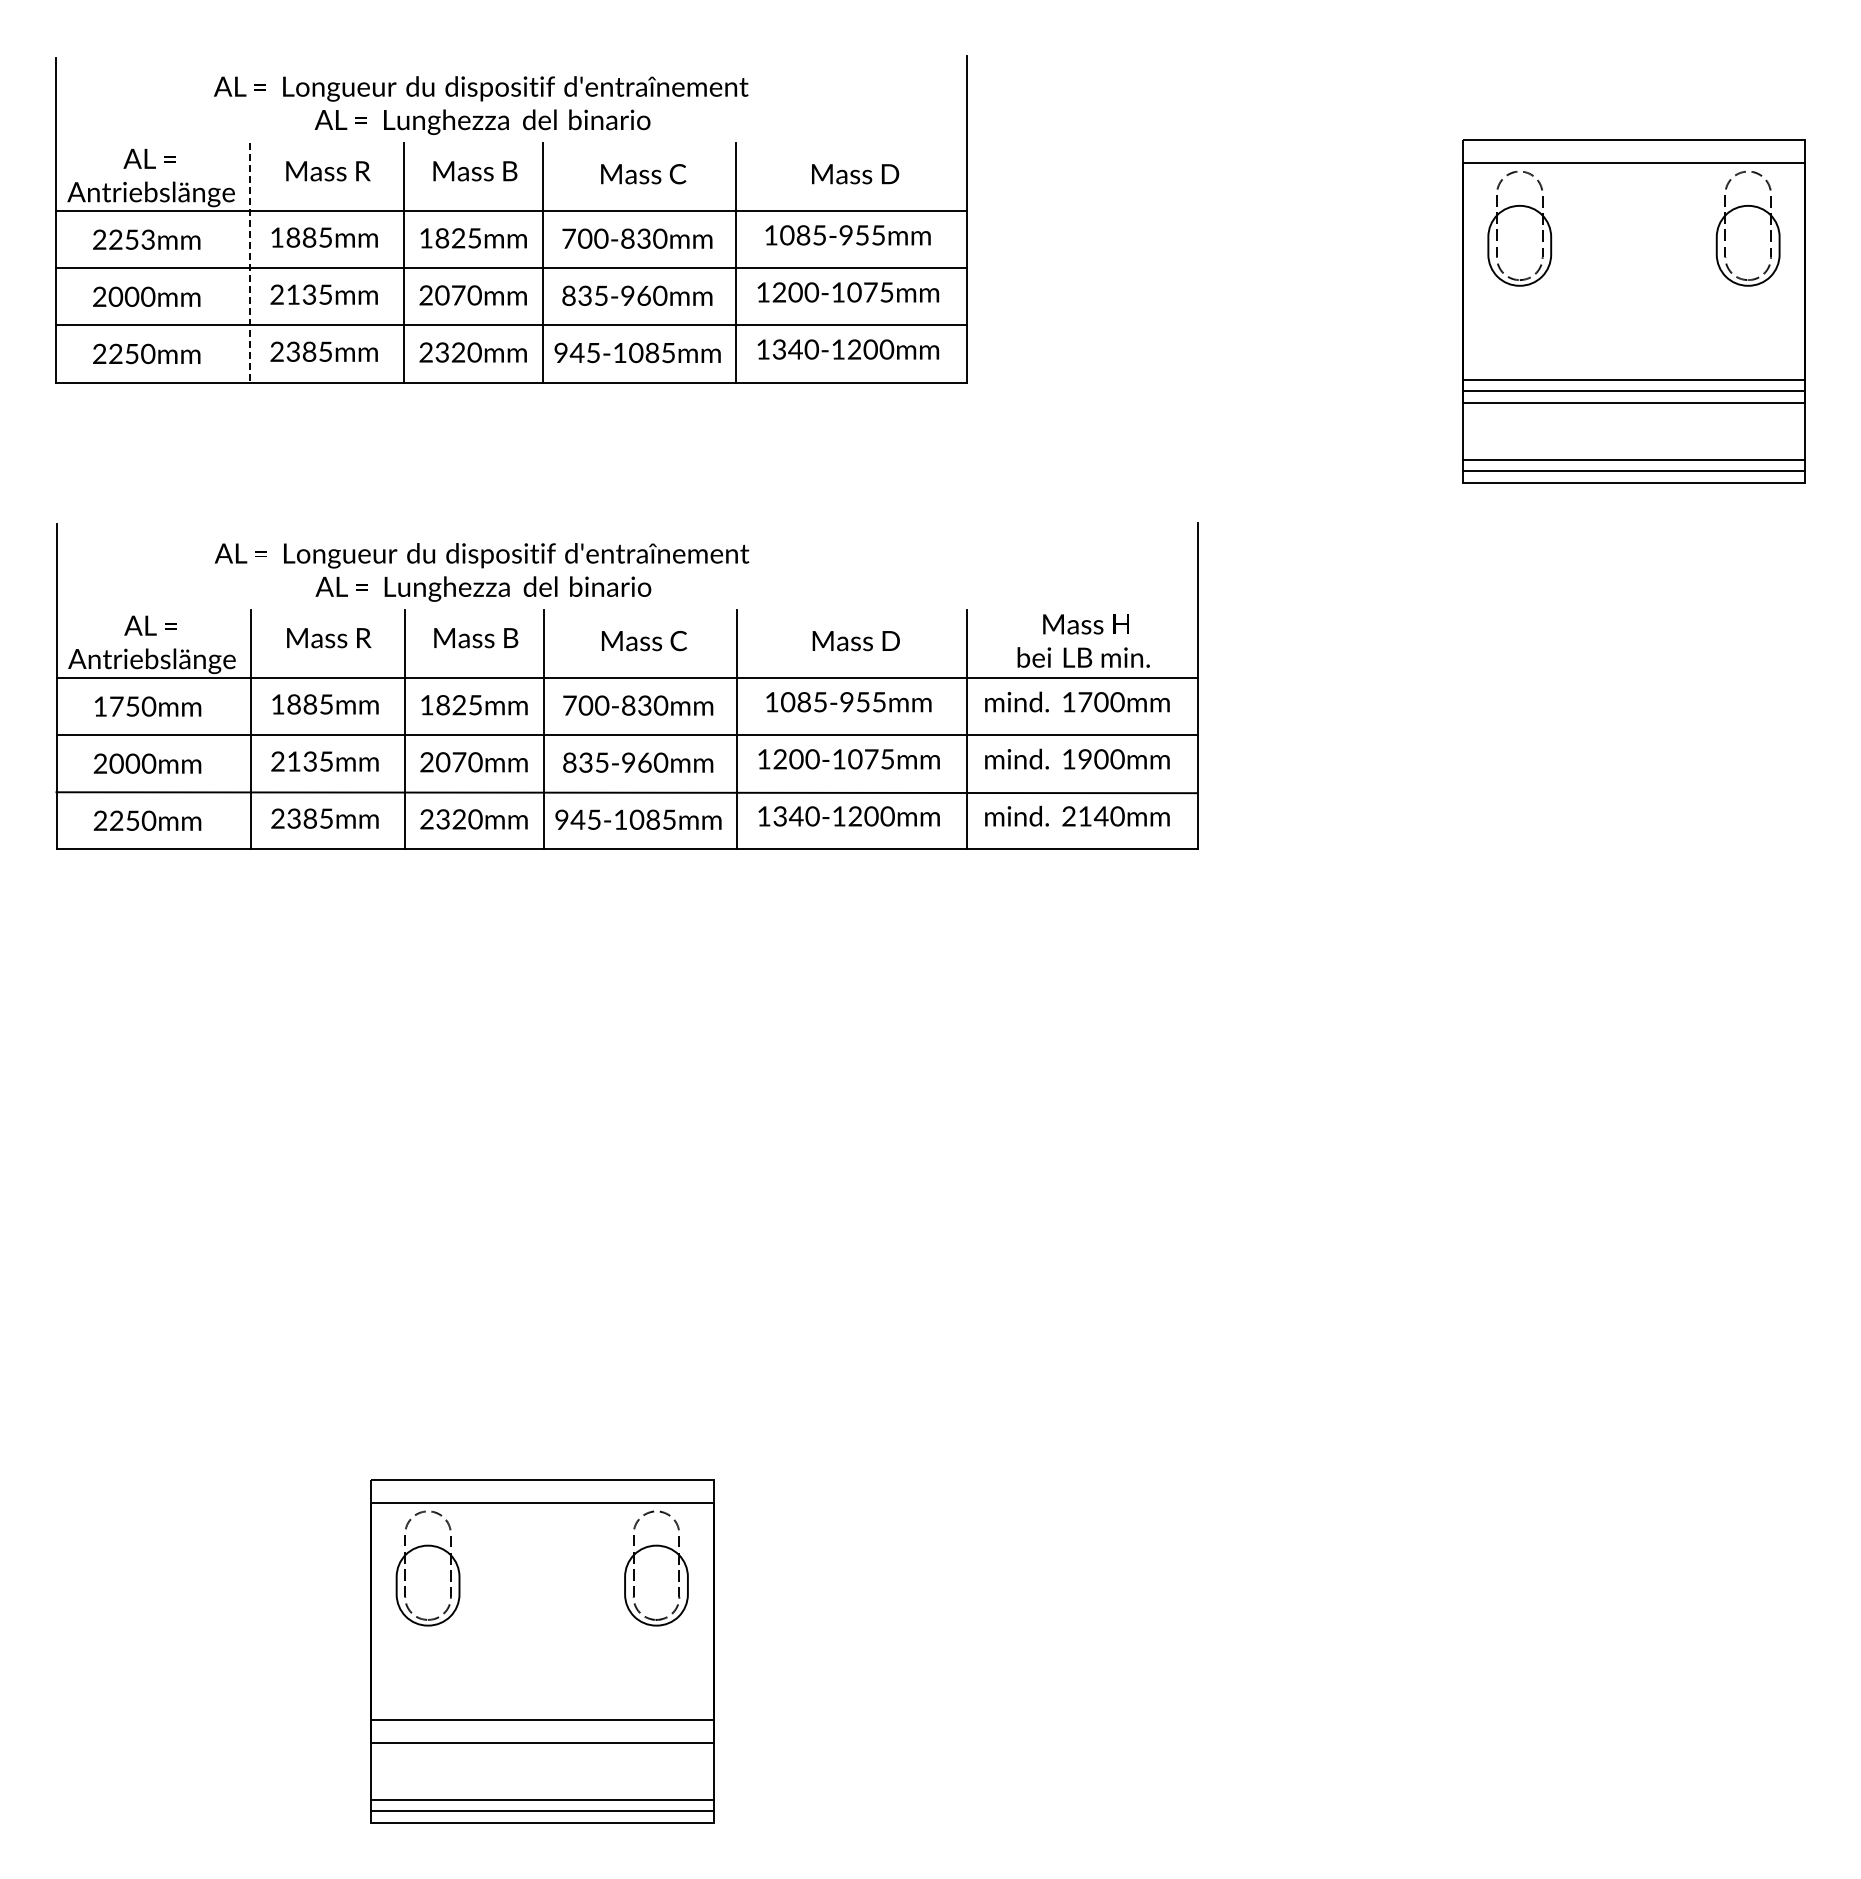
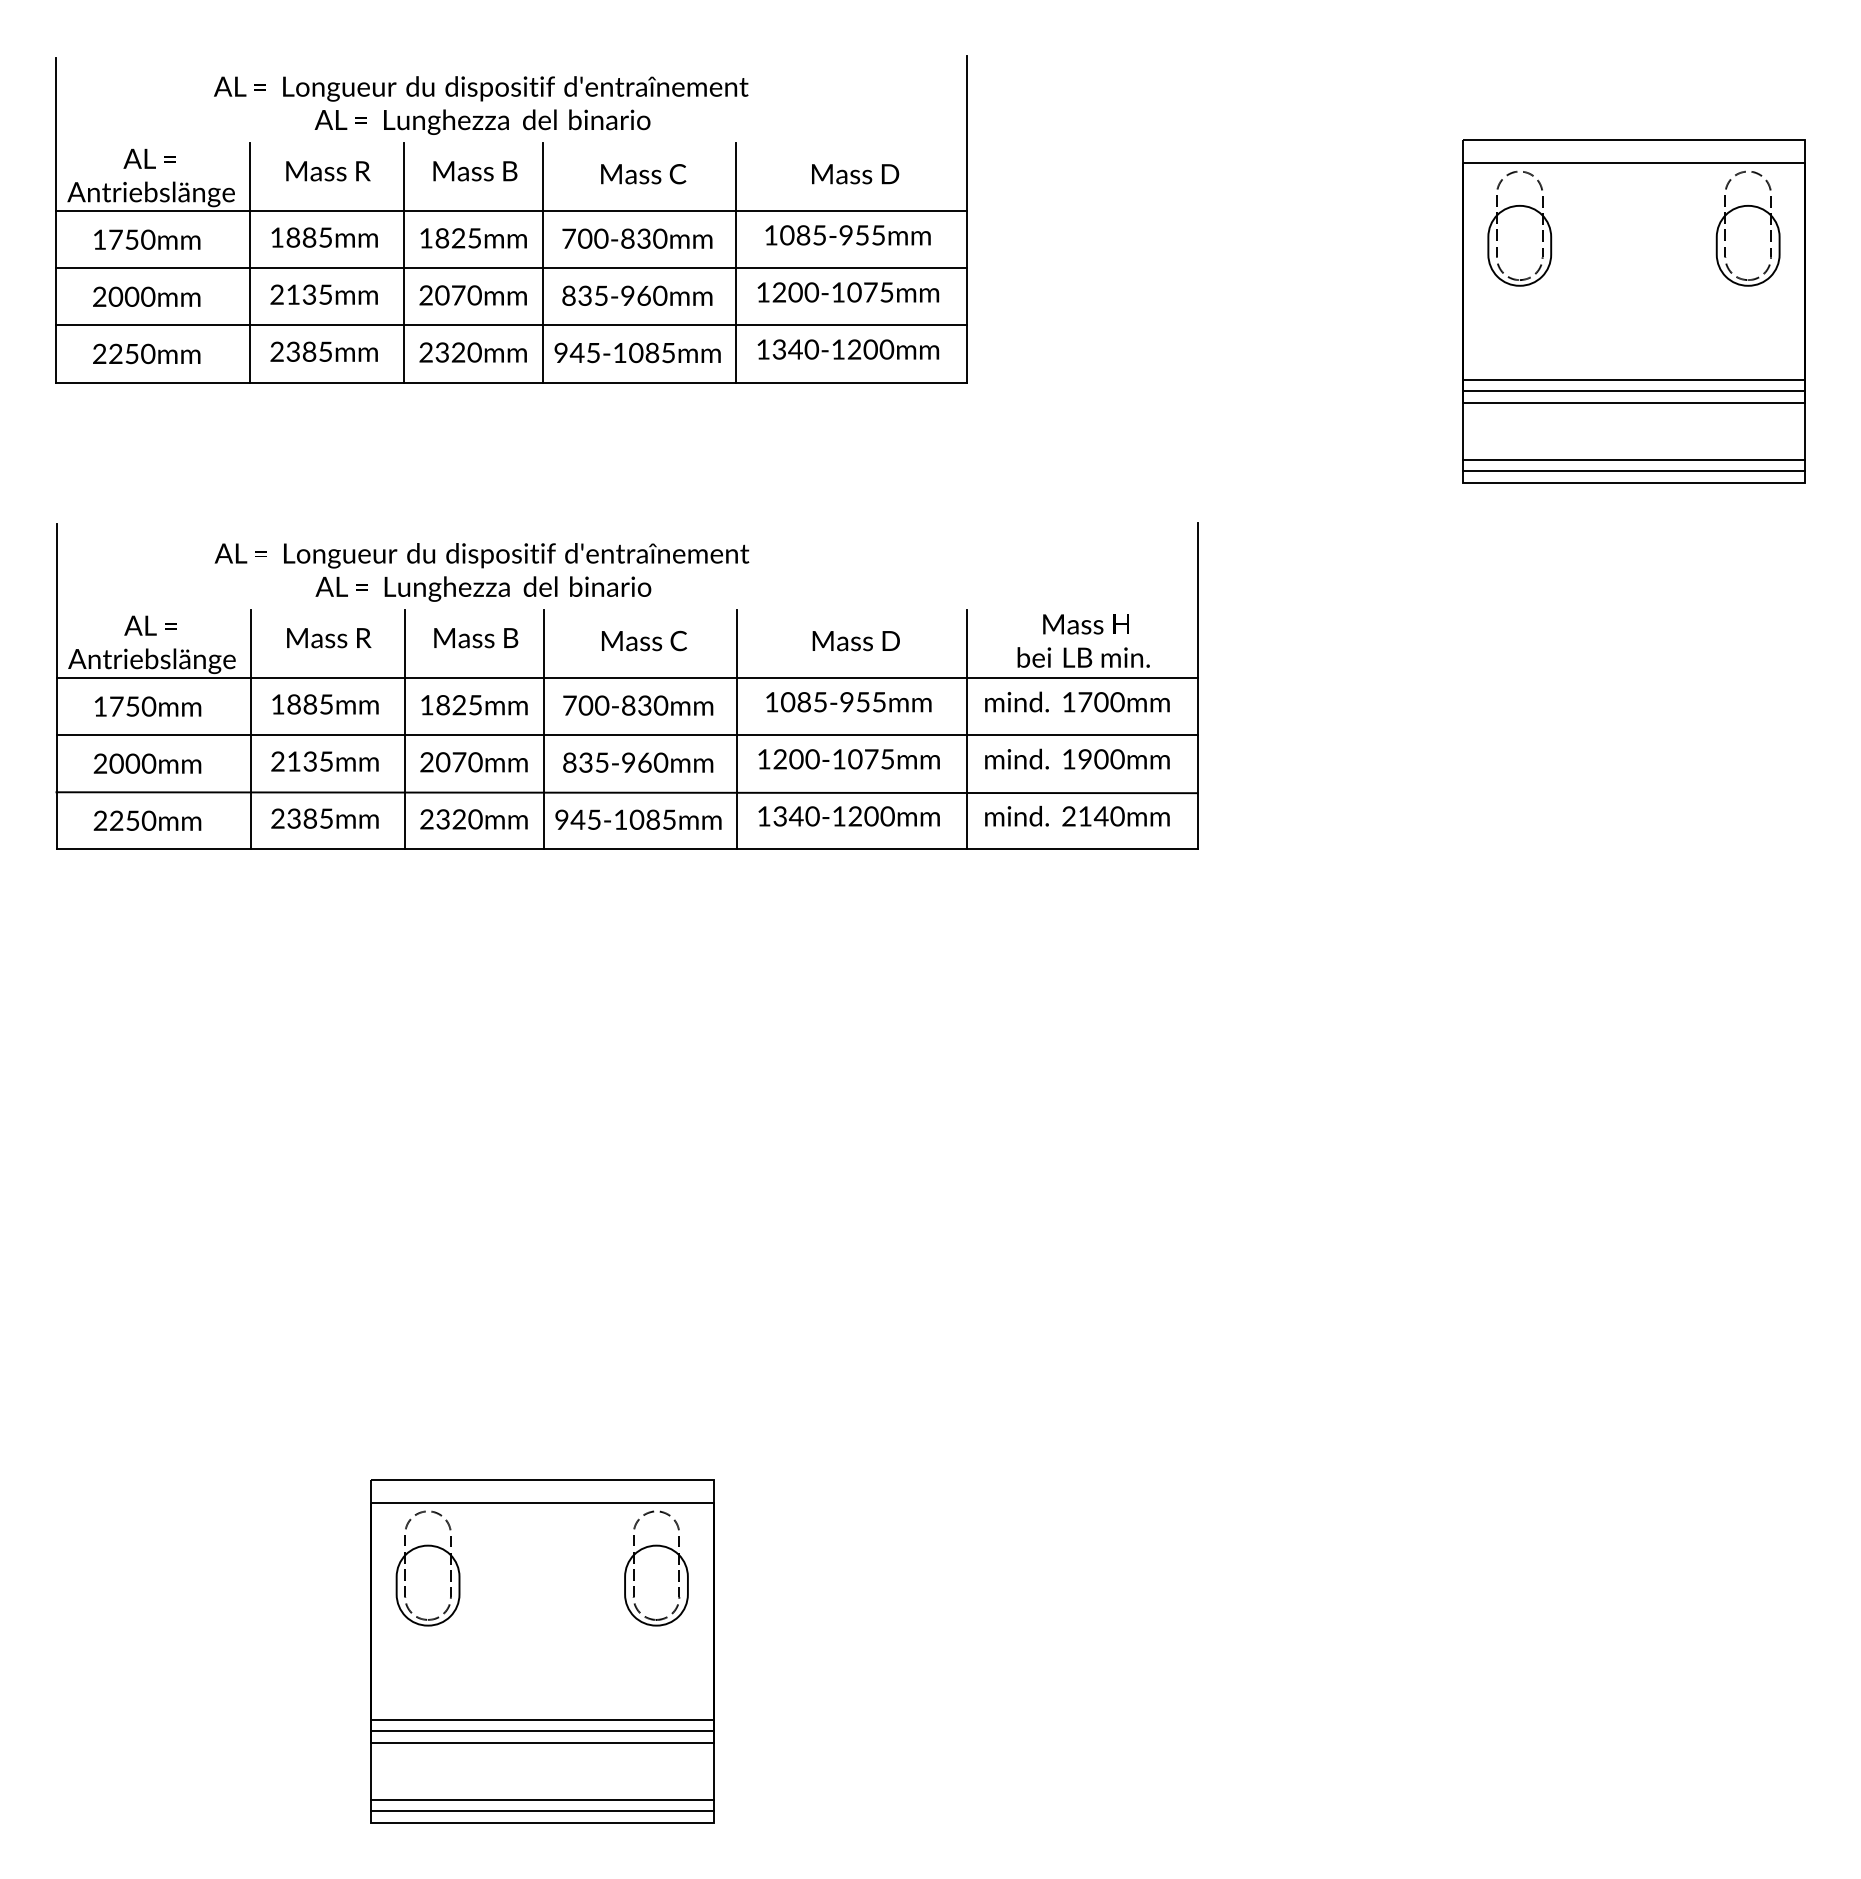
text at (124, 239): 2253mm -> 1750mm
line at (249, 262): dashed -> solid
line at (541, 1731): none -> present
